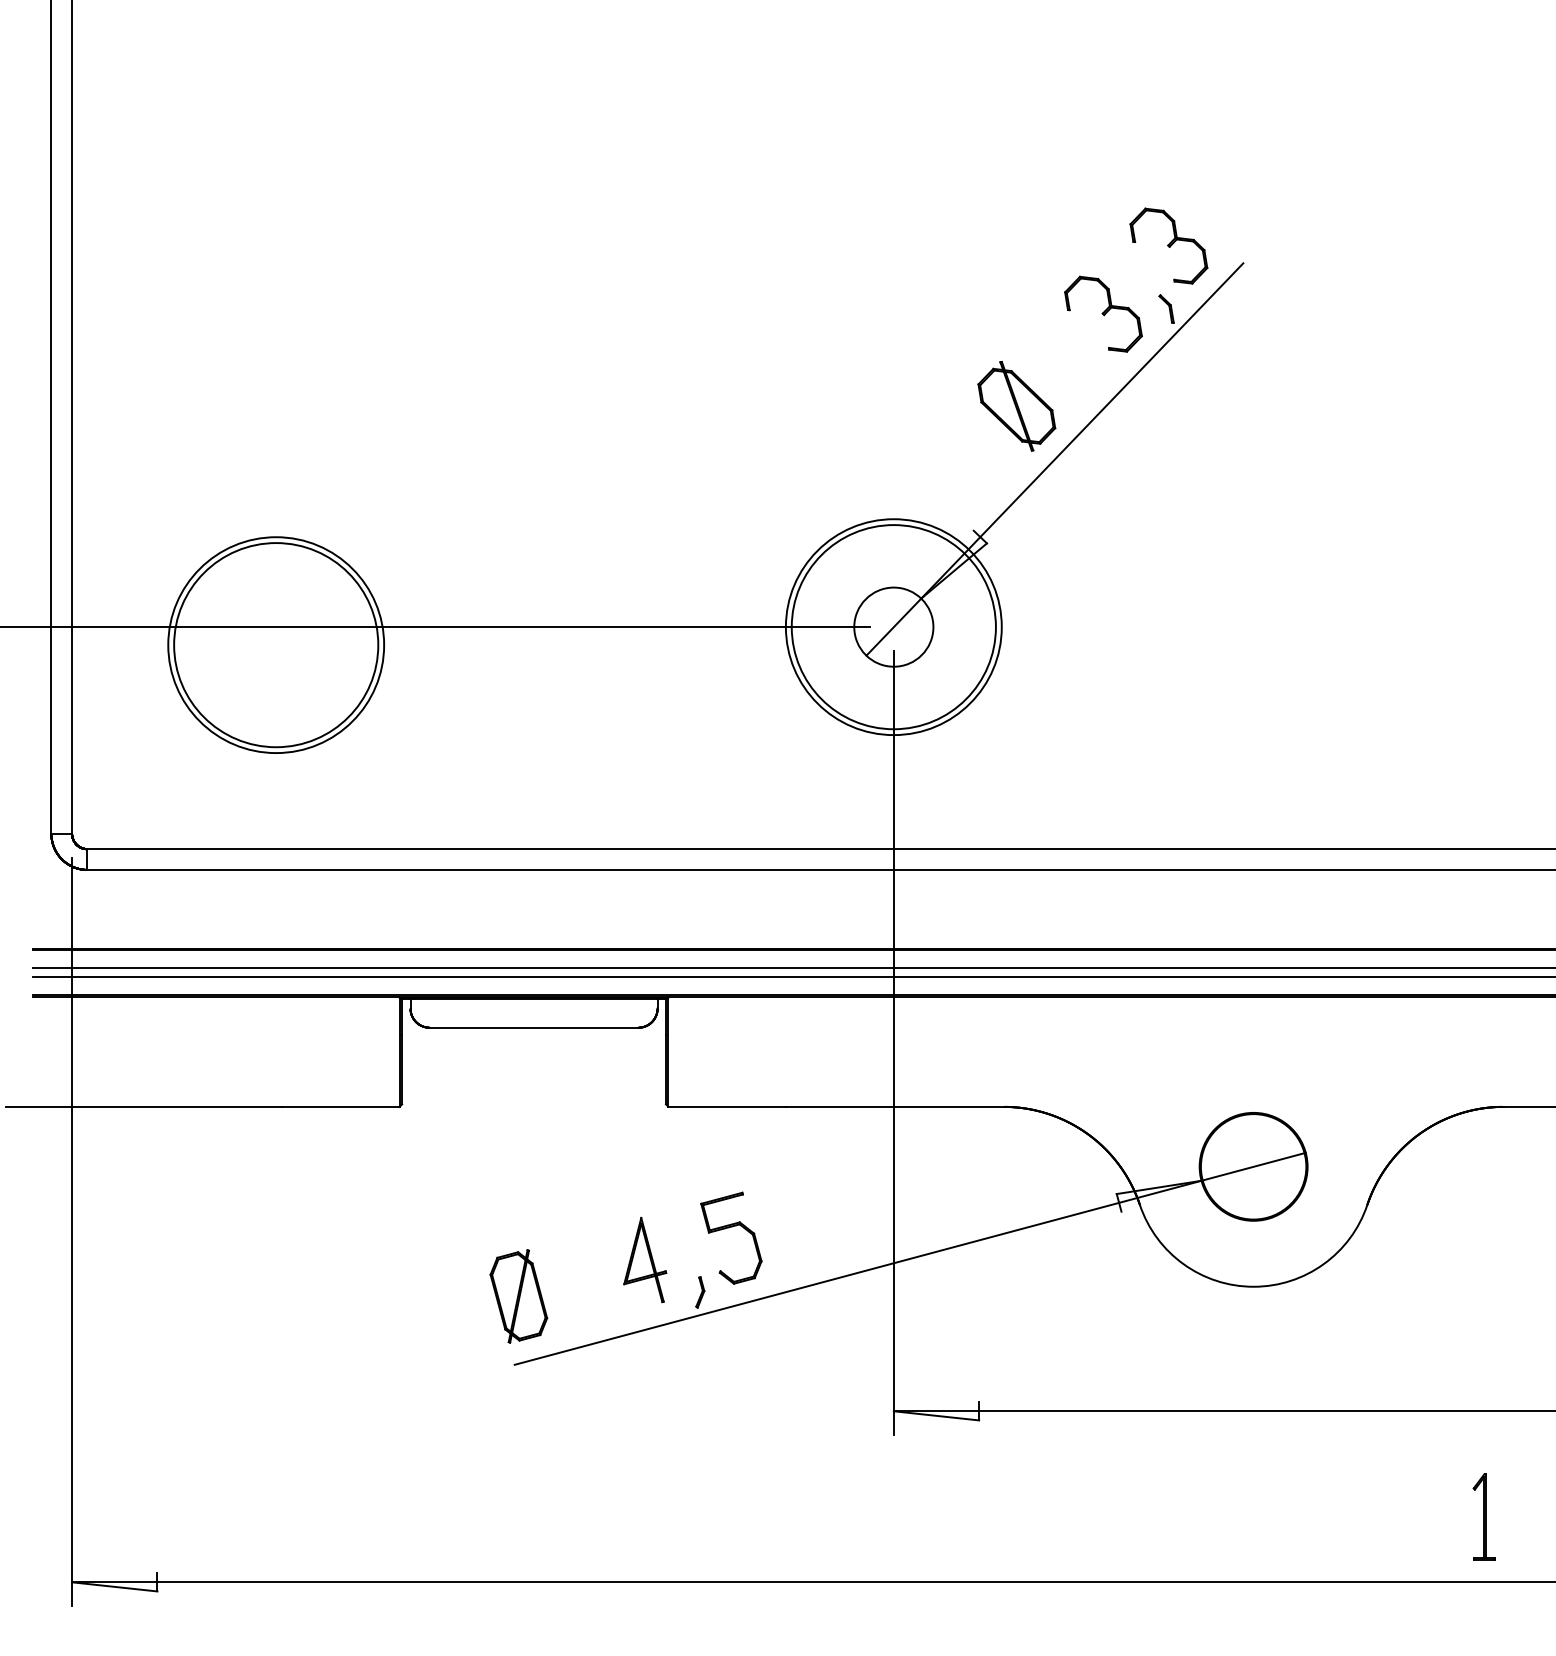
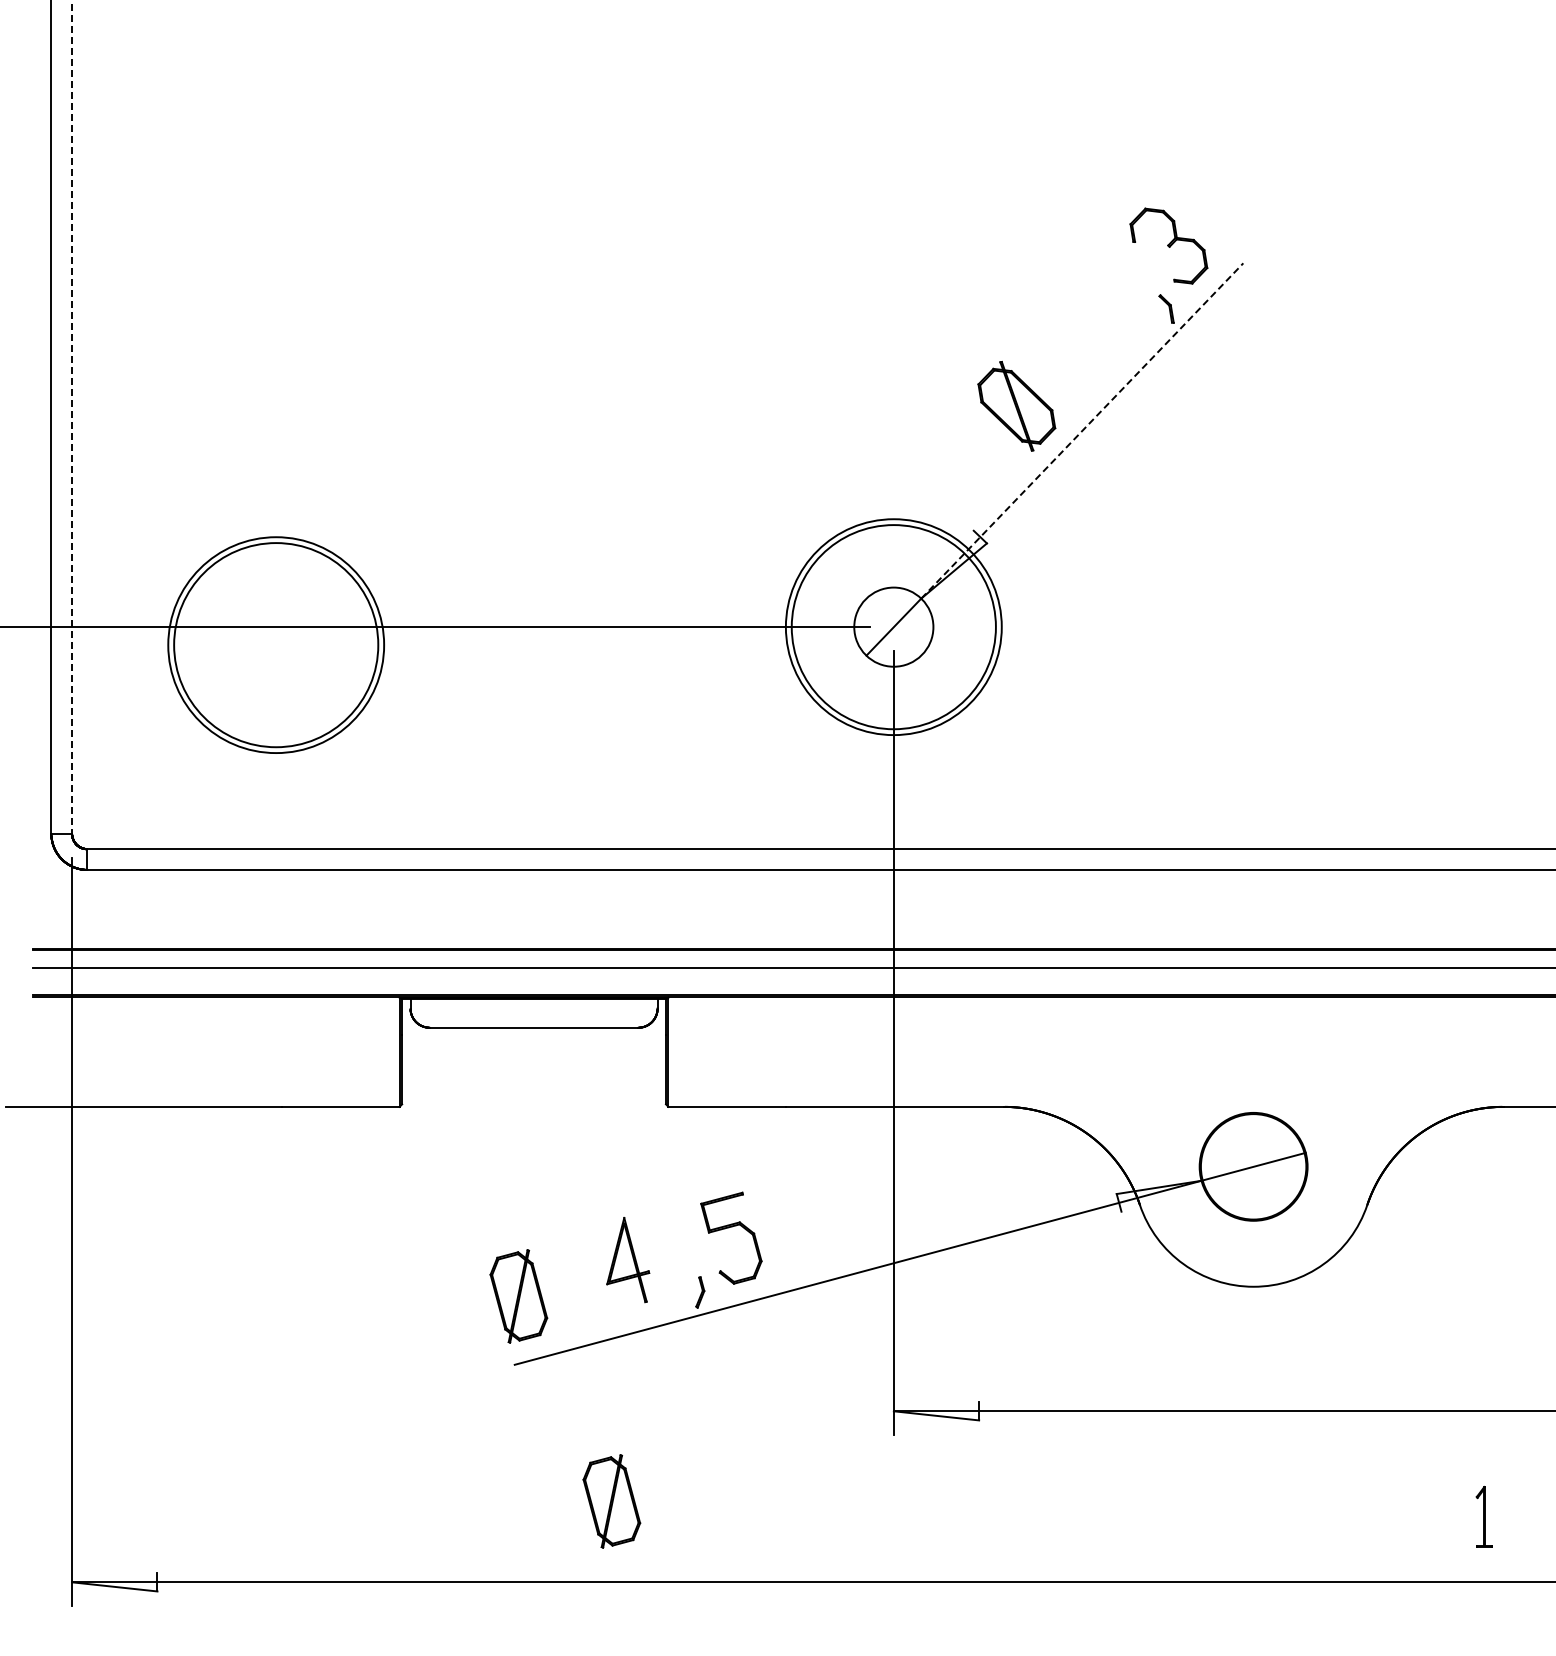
part at (1103, 313): present -> none
line at (72, 417): solid -> dashed
line at (1082, 430): solid -> dashed
line at (792, 976): present -> none
part at (645, 1260) position: (645, 1260) -> (628, 1260)
part at (611, 1501): none -> present
part at (1483, 1516) size: 24x88 px -> 18x63 px
